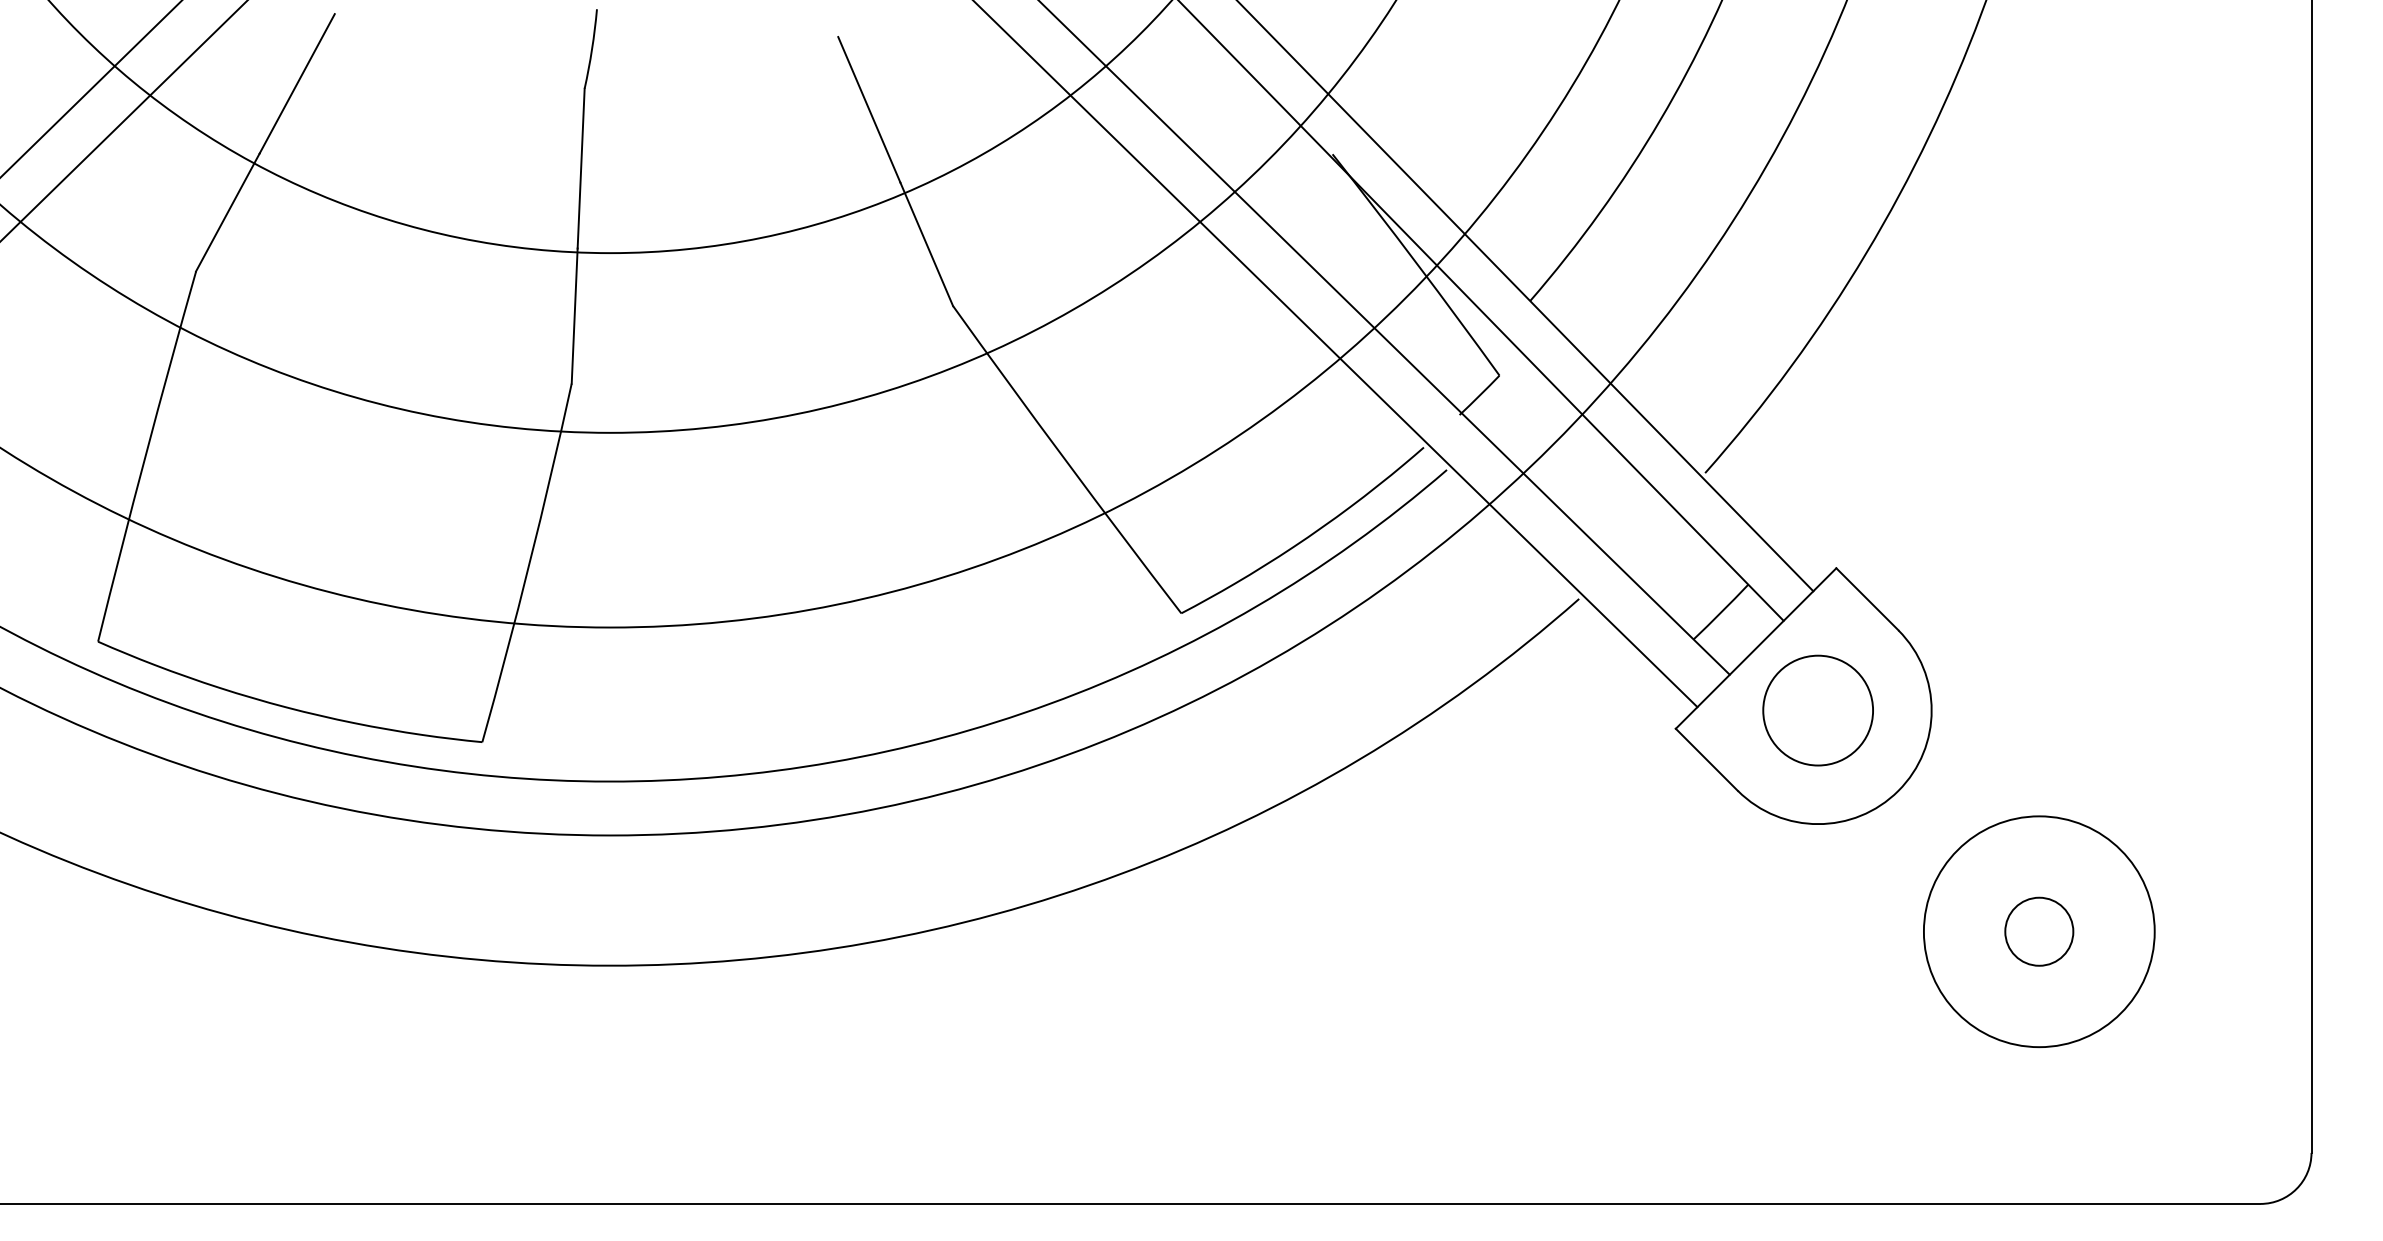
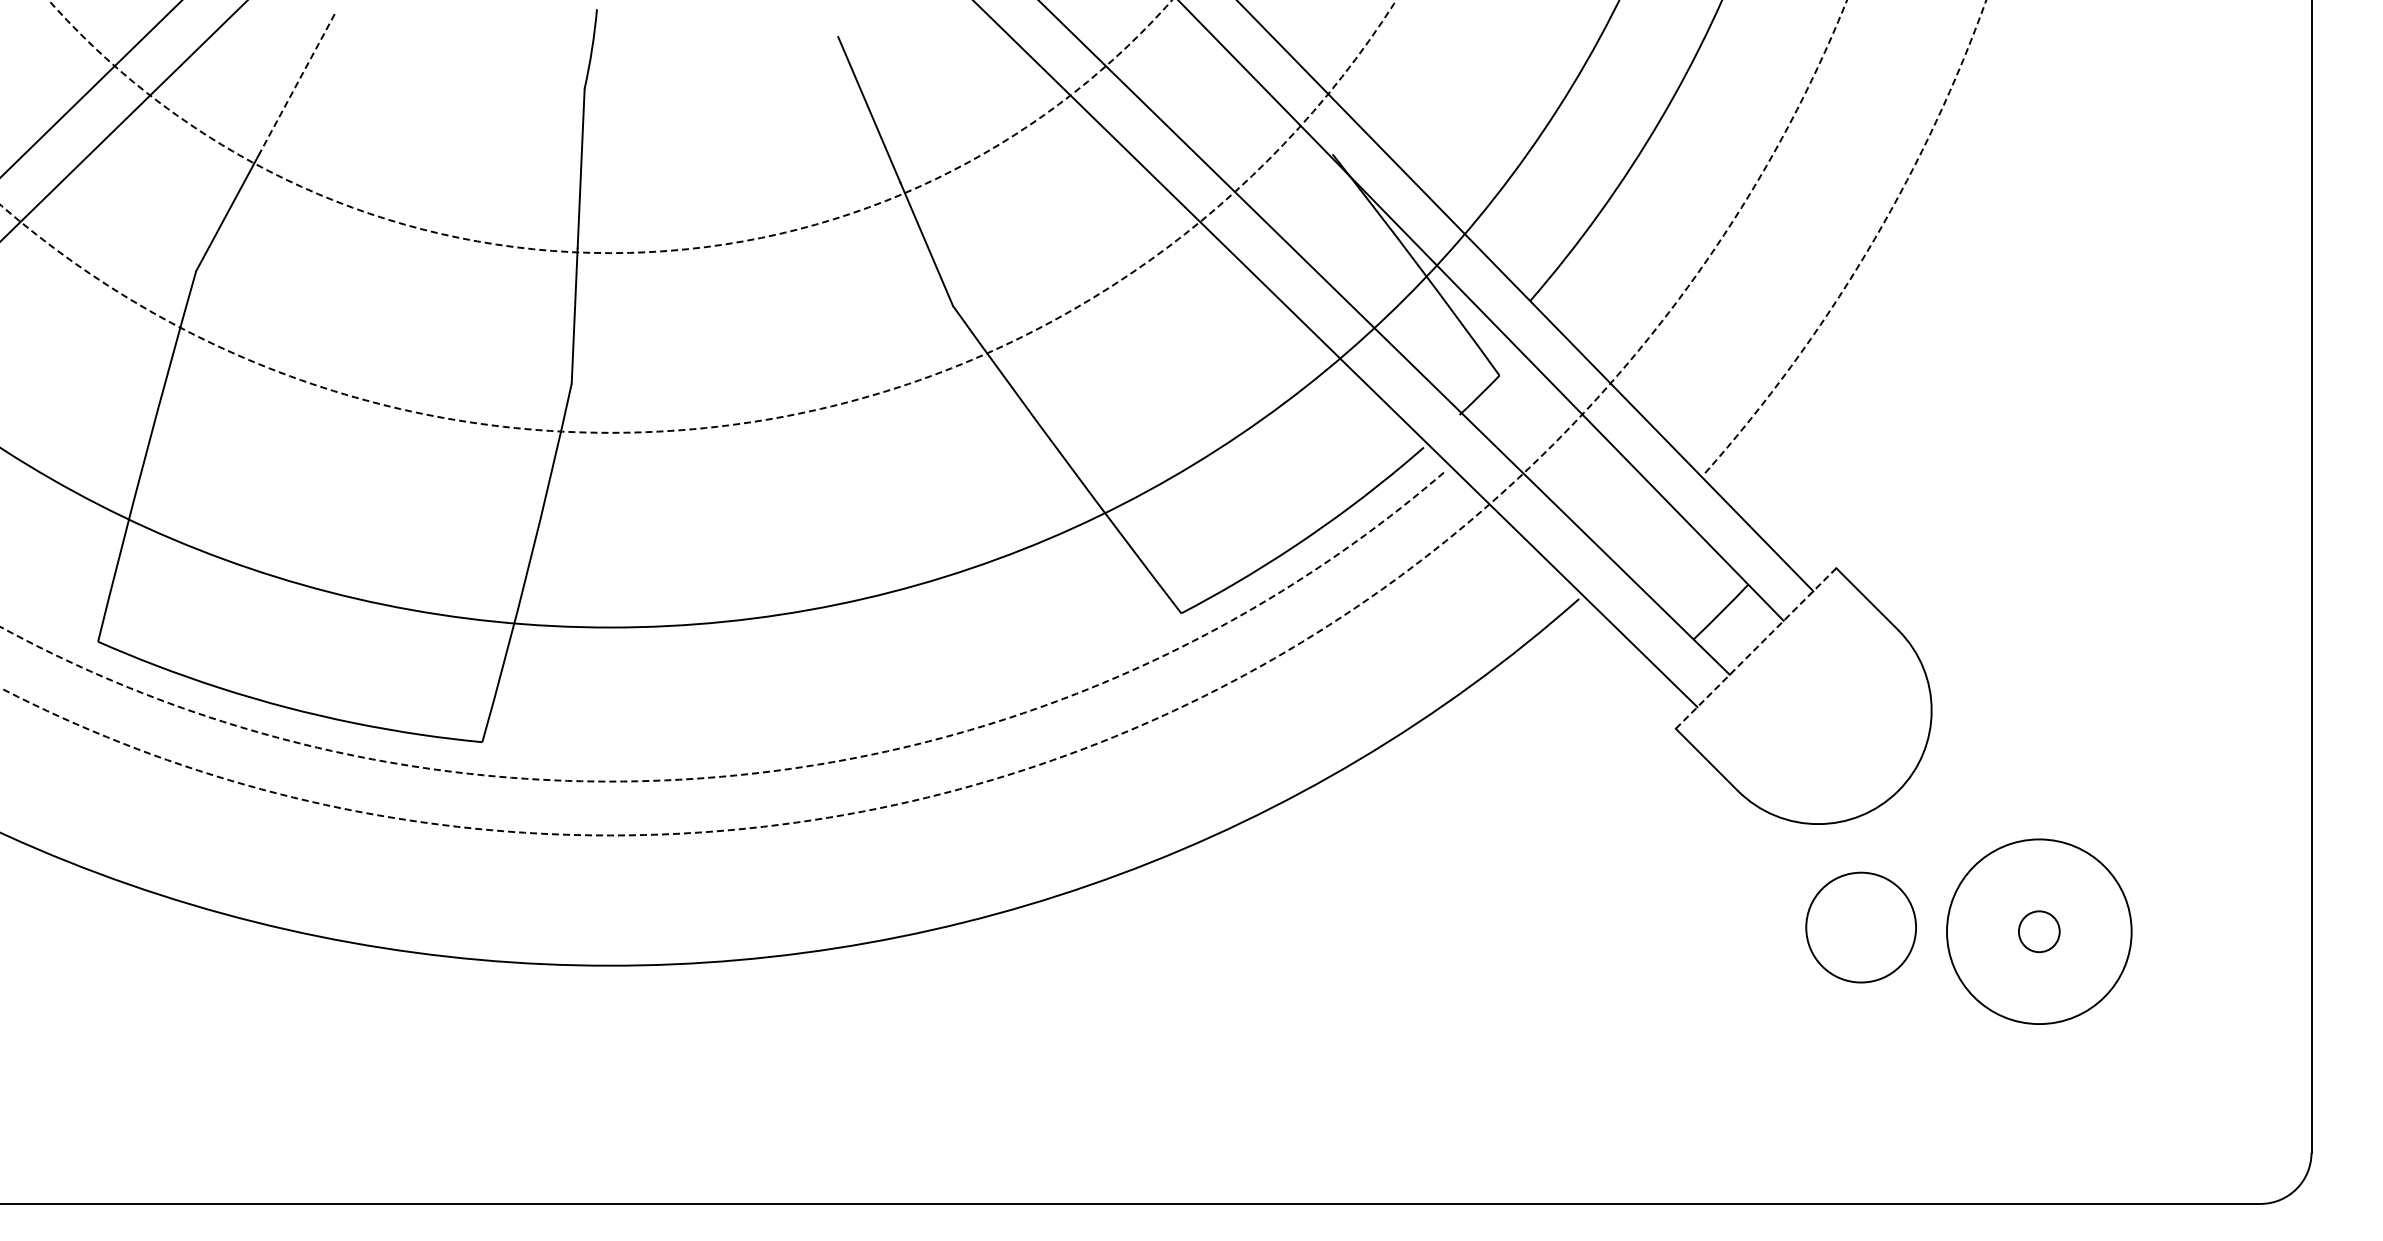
line at (297, 84): solid -> dashed
circle at (610, 126): solid -> dashed
circle at (698, 216): solid -> dashed
arc at (1868, 250): solid -> dashed
circle at (923, 417): solid -> dashed
line at (1756, 648): solid -> dashed
circle at (1817, 710) position: (1817, 710) -> (1860, 927)
arc at (748, 773): solid -> dashed
circle at (2038, 931) diameter: 231 px -> 185 px
circle at (2039, 931) diameter: 68 px -> 41 px
